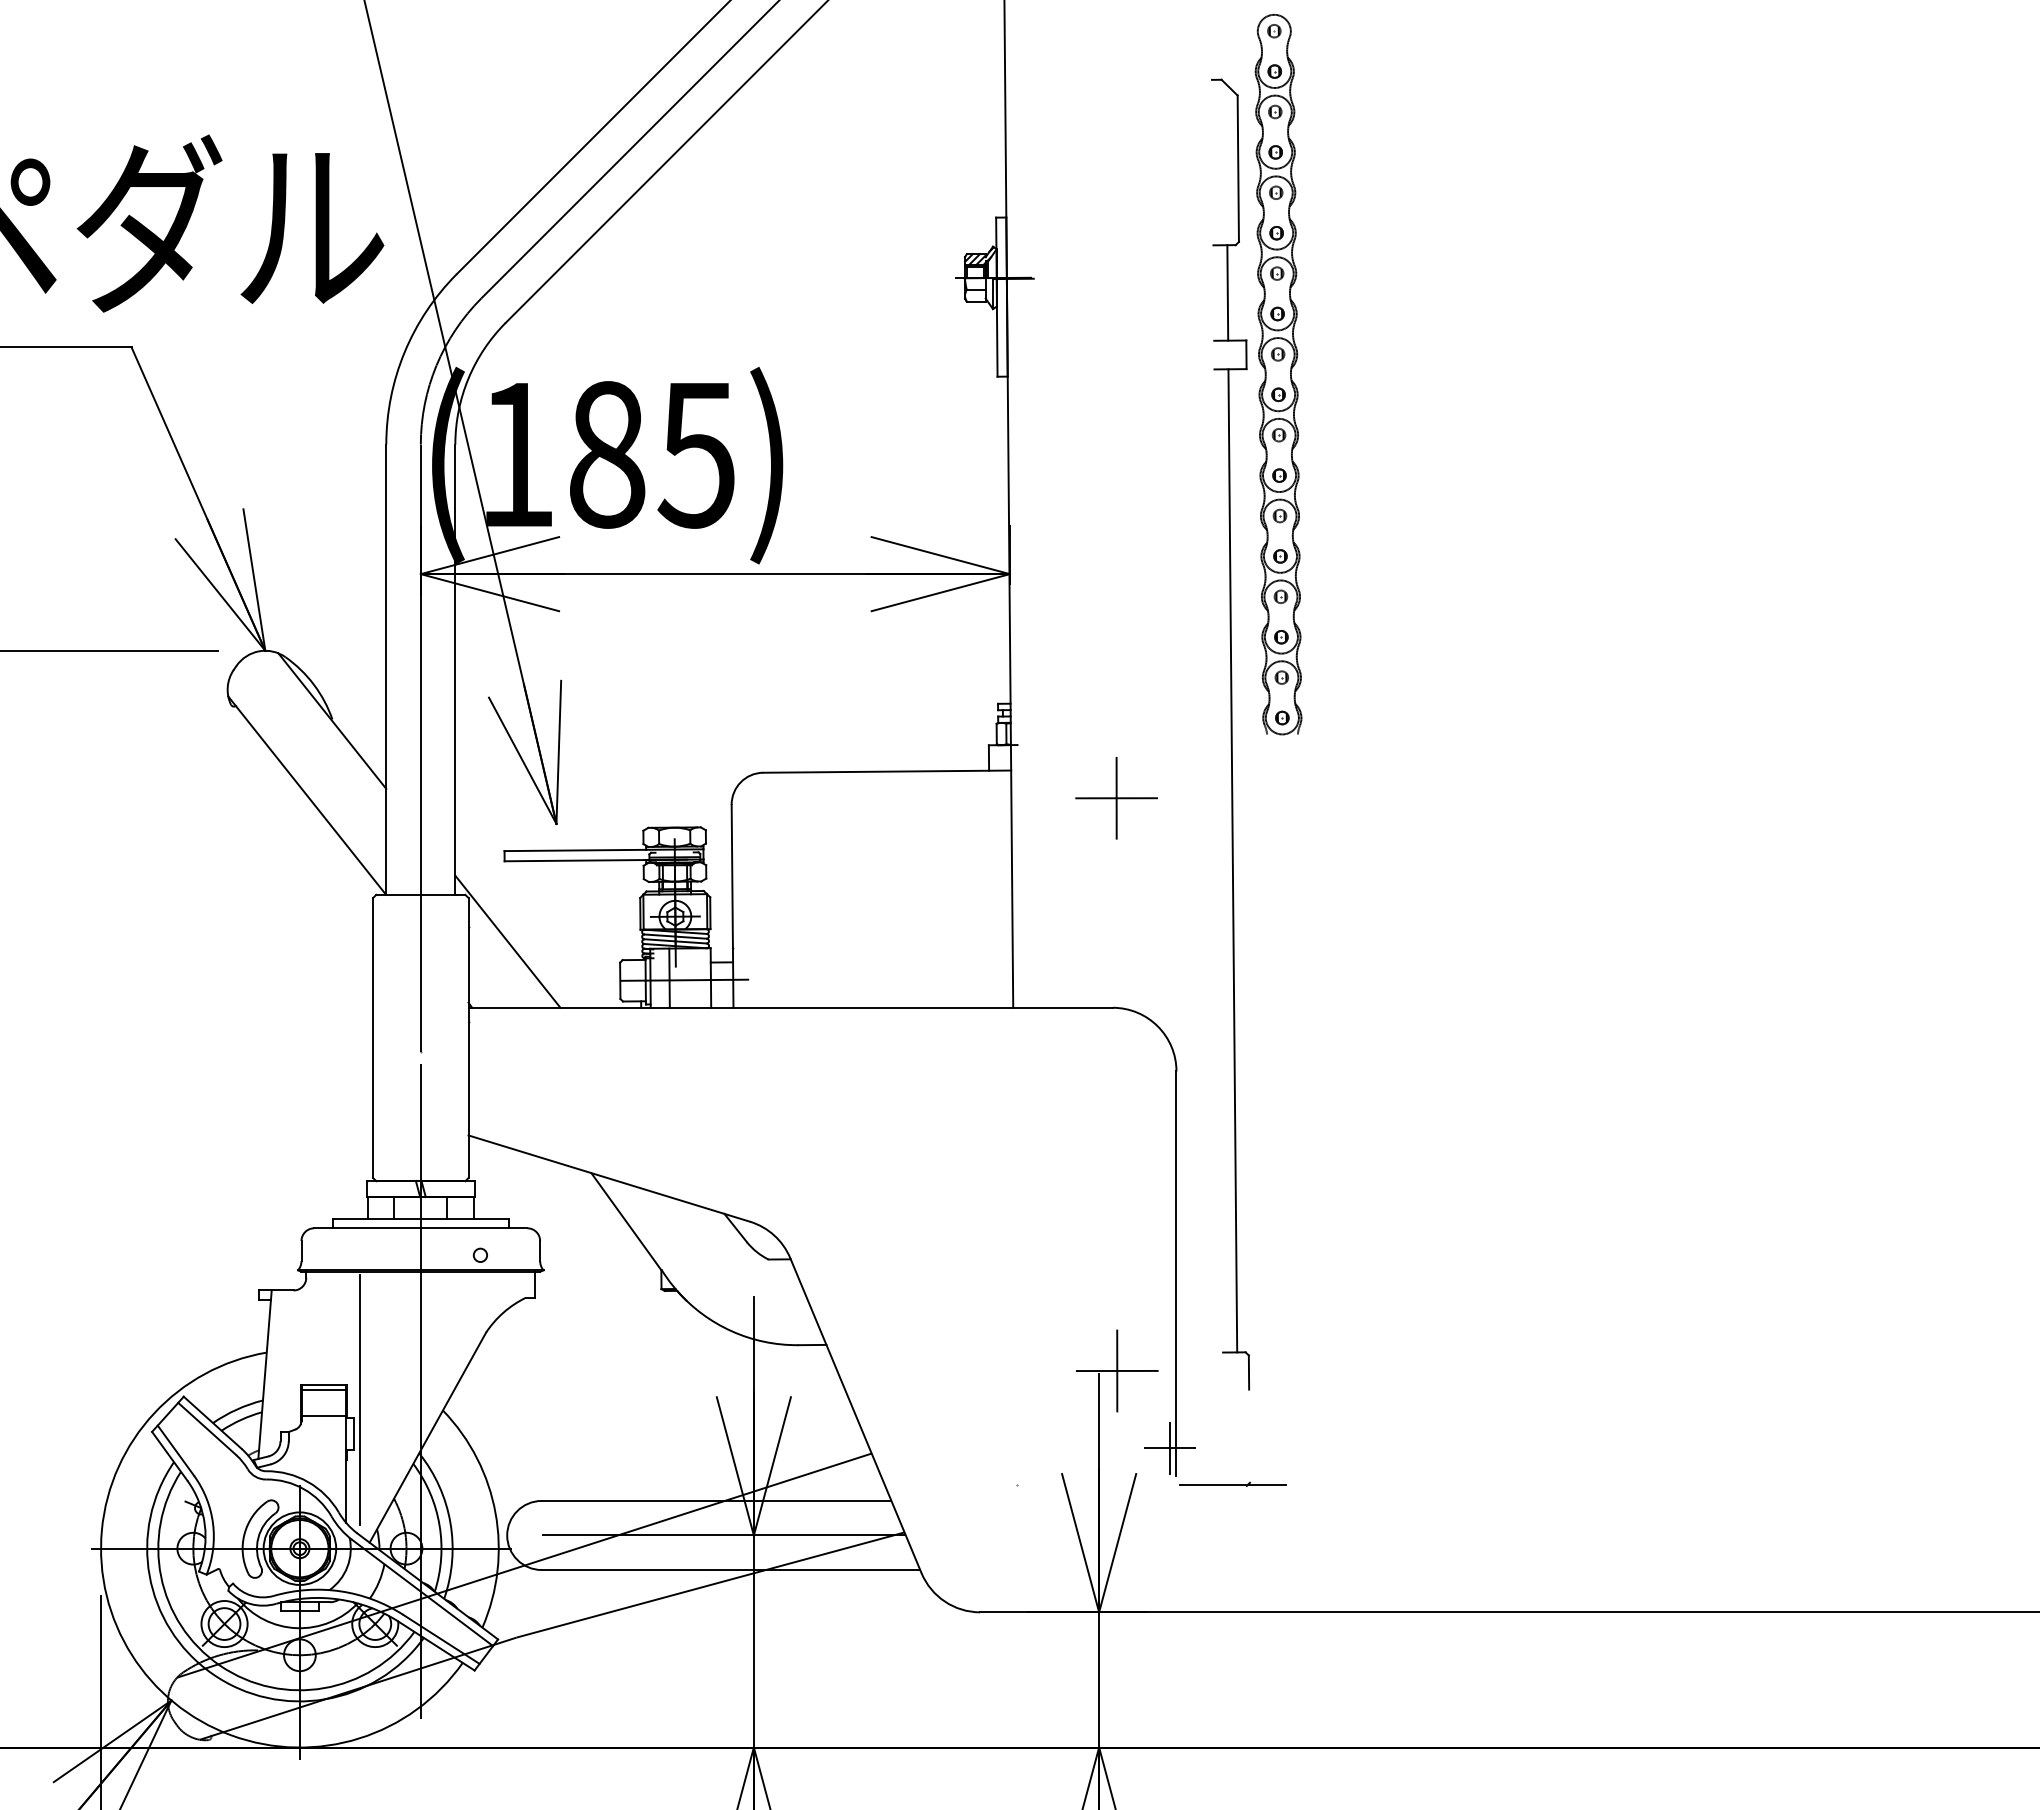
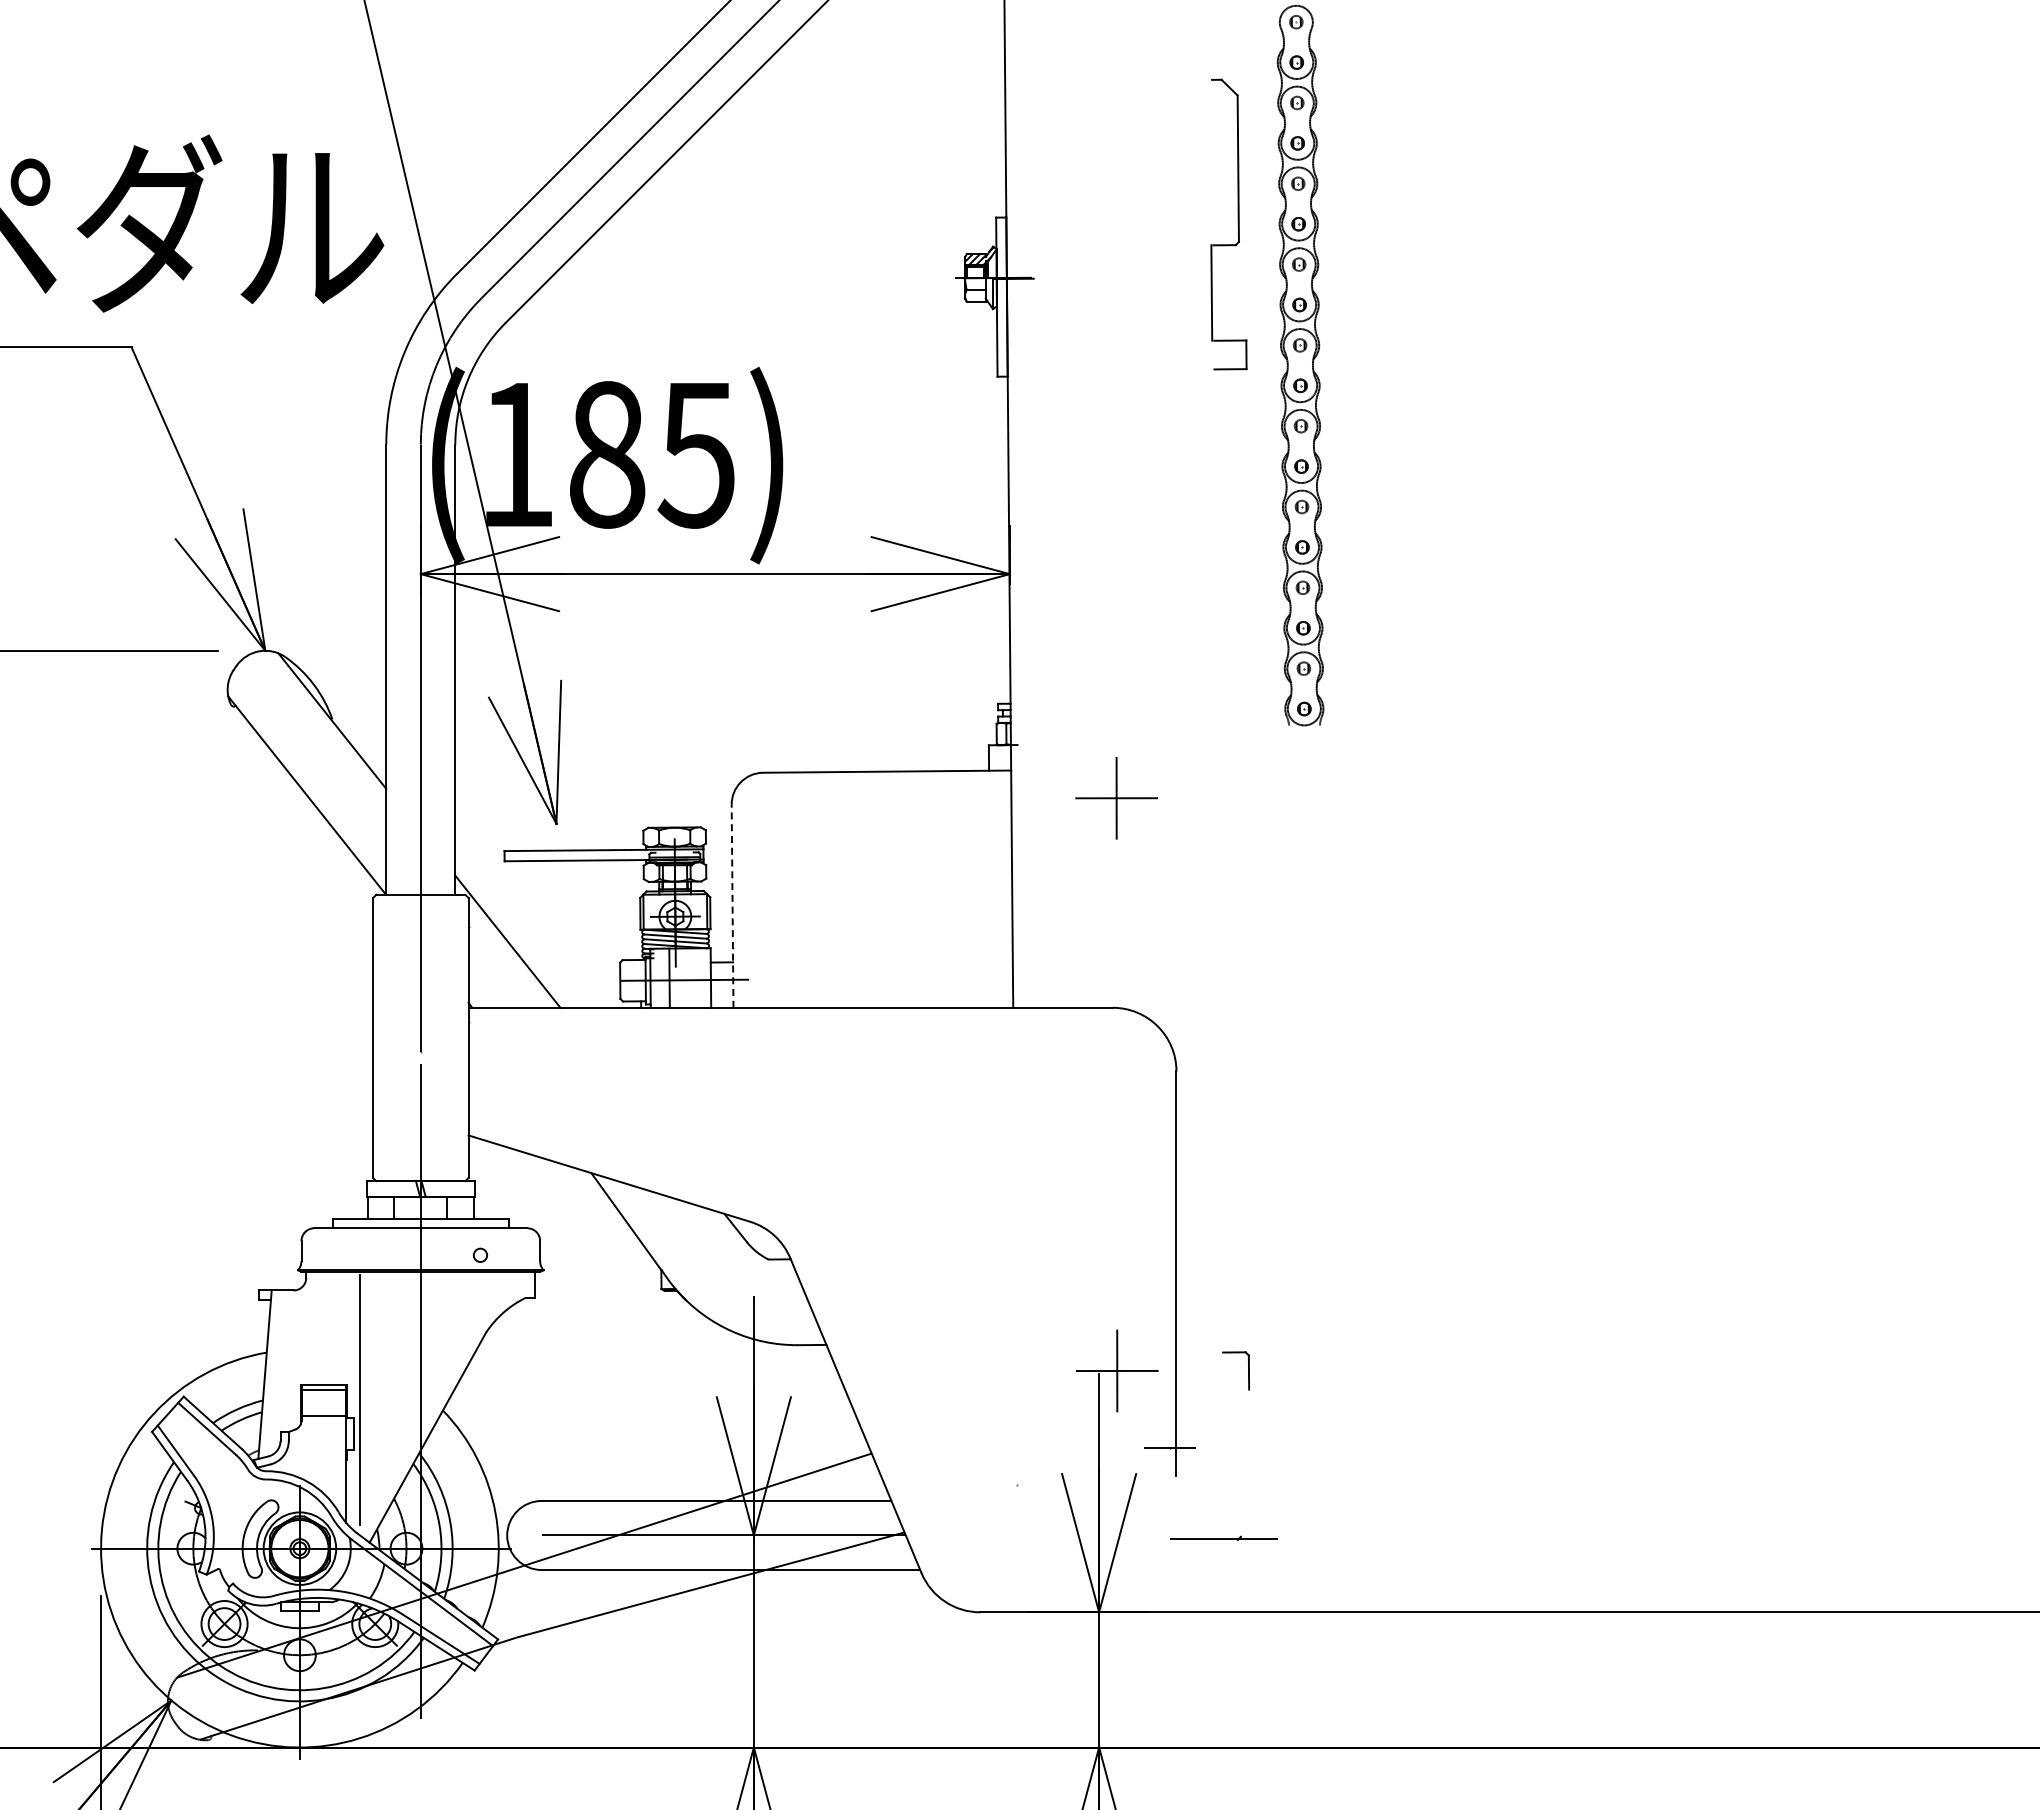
line at (1227, 292) position: (1227, 292) -> (1211, 292)
part at (1278, 374) position: (1278, 374) -> (1300, 365)
line at (1232, 860): present -> none
line at (732, 905): solid -> dashed
line at (1170, 1448): present -> none
part at (1232, 1483) position: (1232, 1483) -> (1223, 1537)
